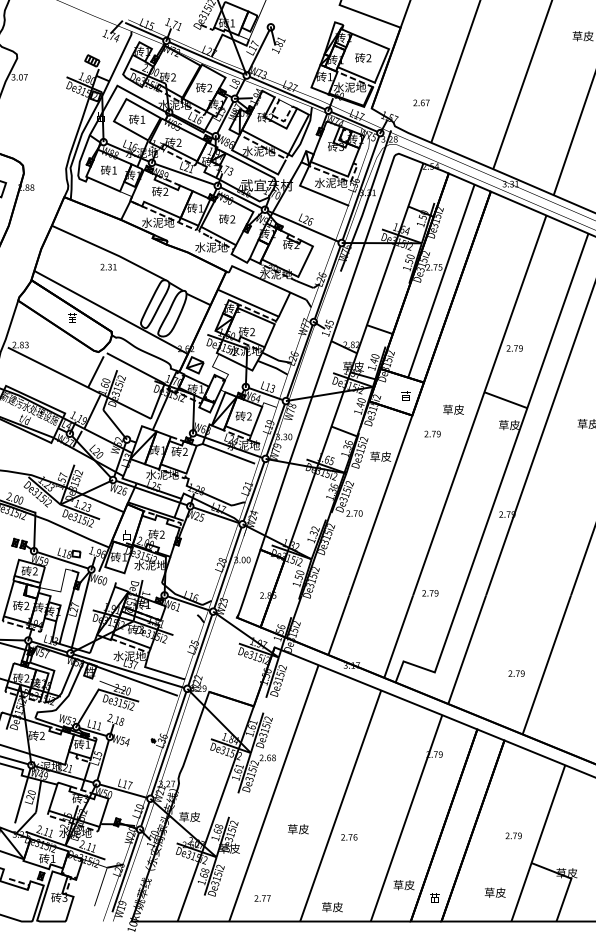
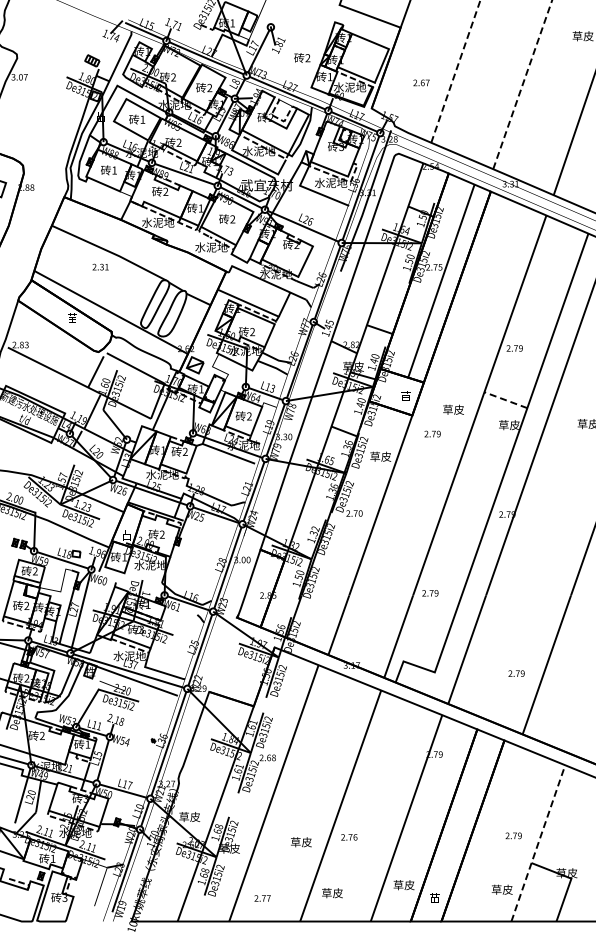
text at (363, 57) position: (363, 57) -> (302, 57)
line at (456, 70): solid -> dashed
line at (522, 85): solid -> dashed
text at (421, 102) position: (421, 102) -> (421, 82)
text at (108, 266) position: (108, 266) -> (100, 266)
line at (505, 400): solid -> dashed
text at (298, 829) position: (298, 829) -> (301, 842)
line at (538, 843): solid -> dashed
text at (494, 892) position: (494, 892) -> (501, 889)
text at (332, 907) position: (332, 907) -> (332, 893)
